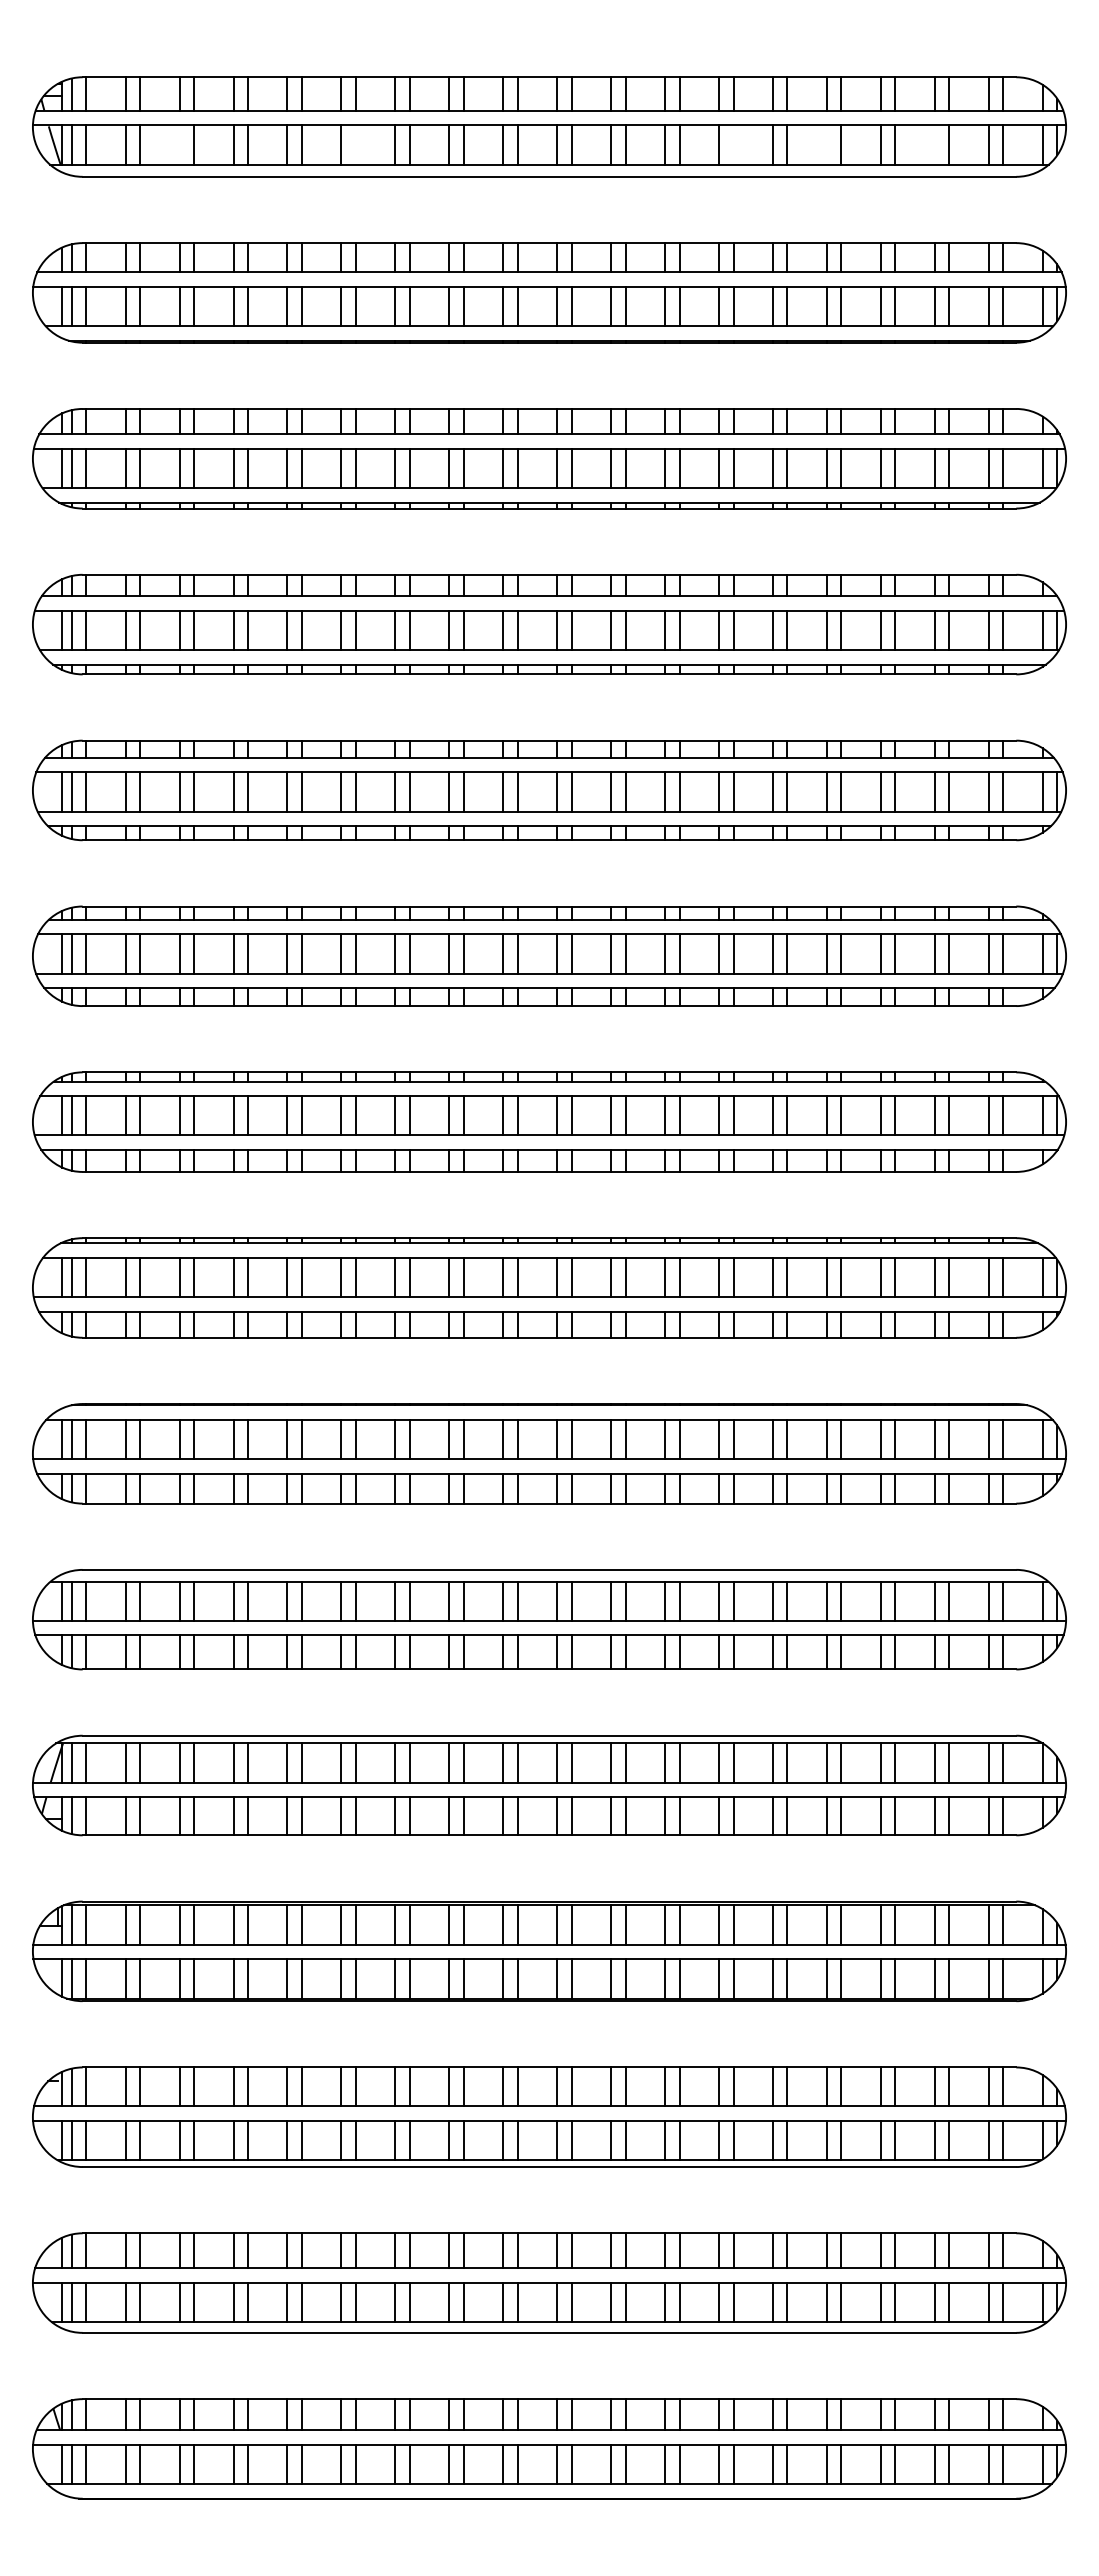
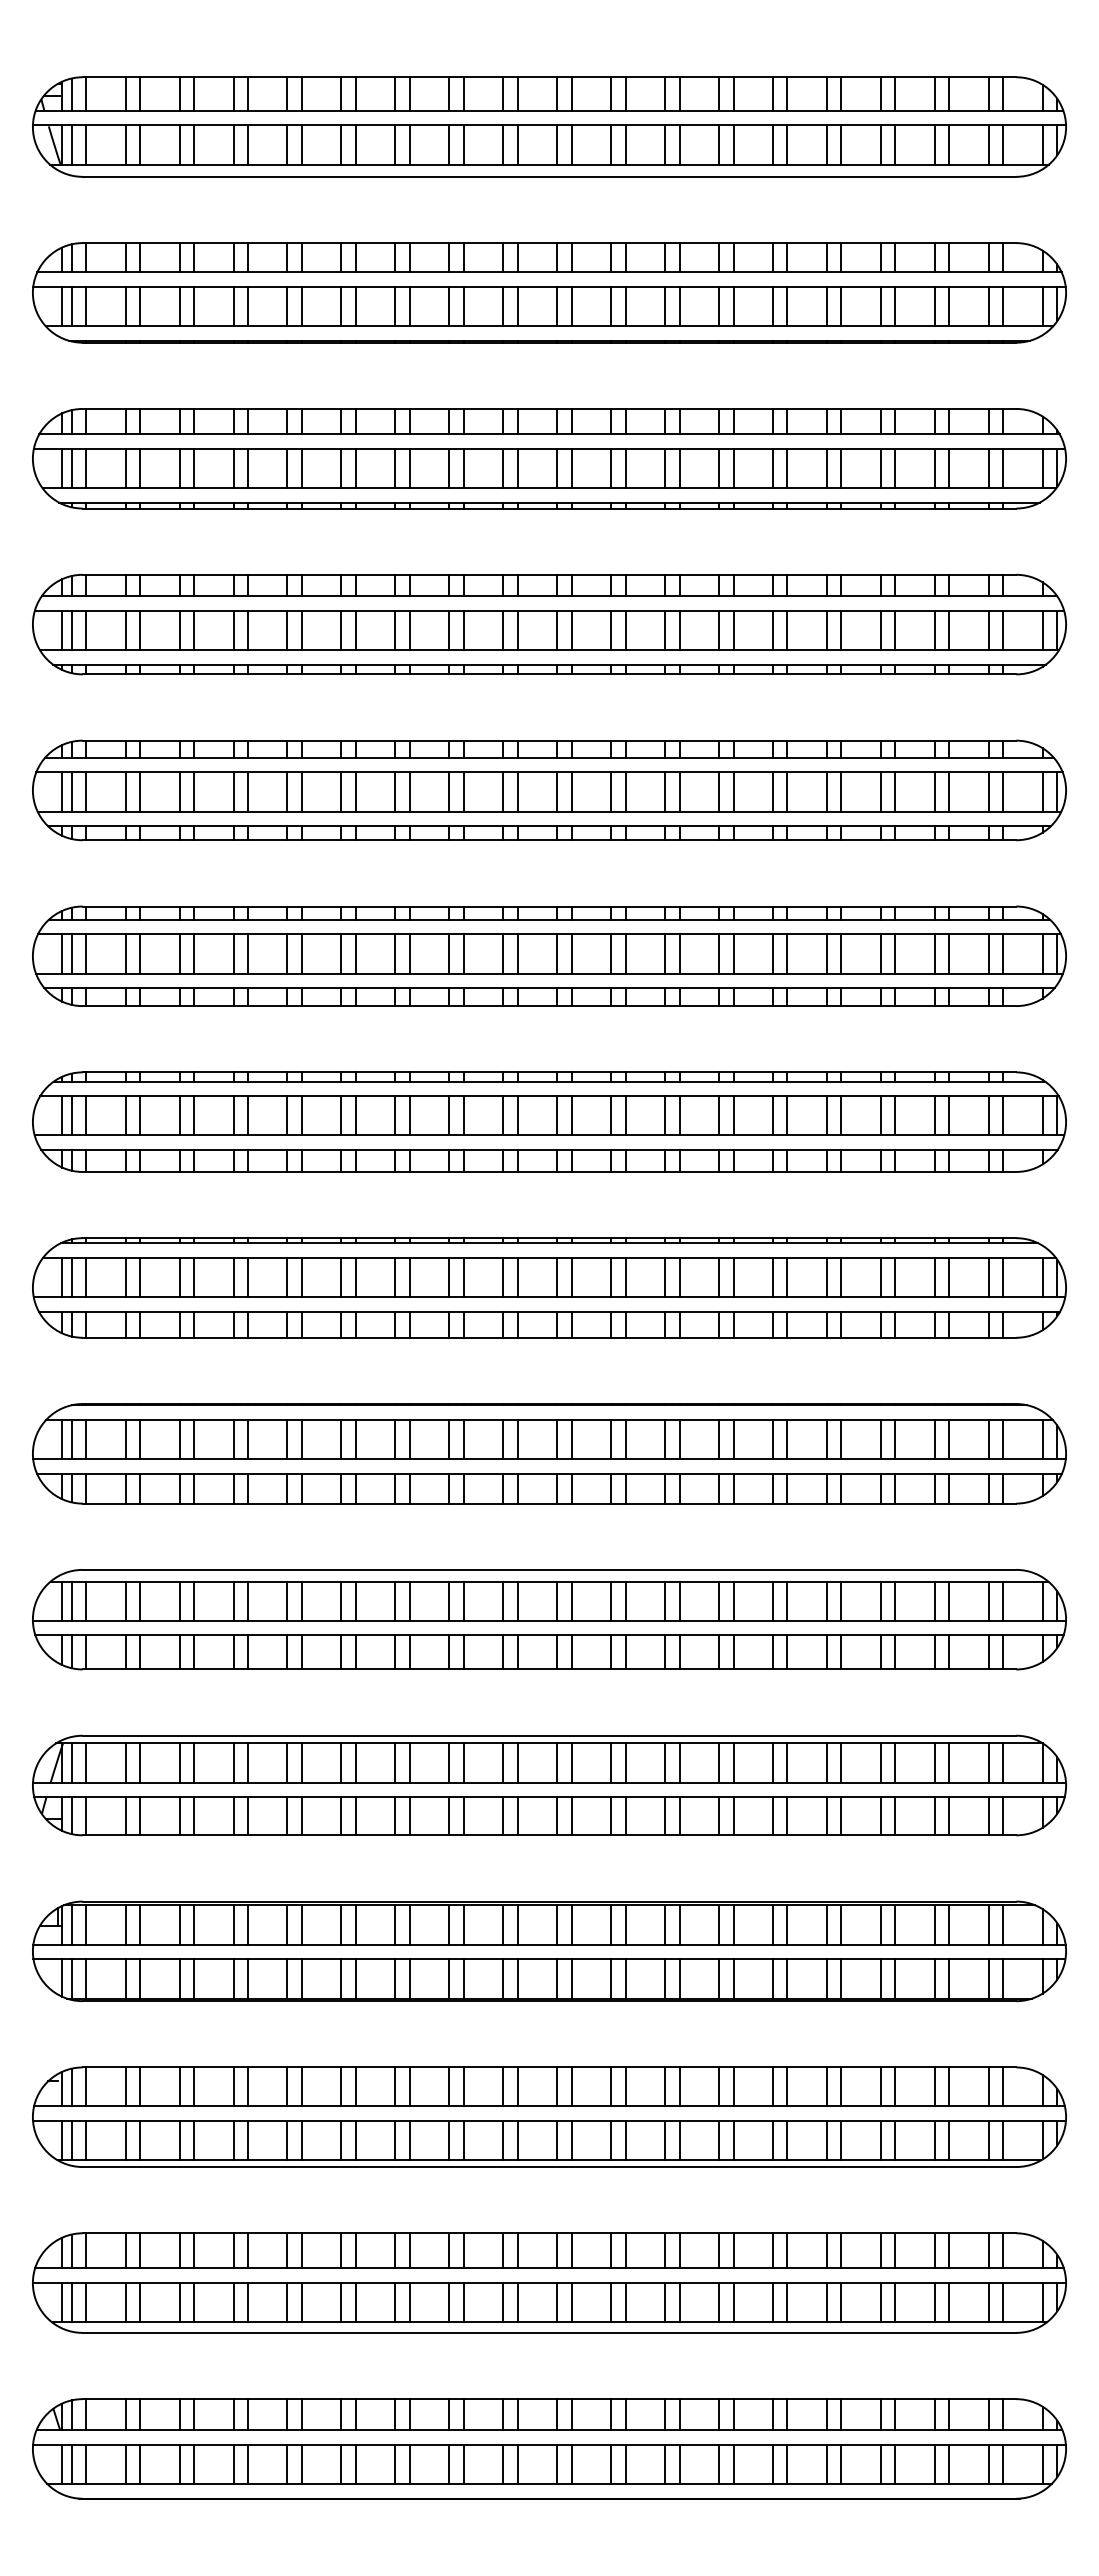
line at (179, 144): none -> present
line at (355, 144): none -> present
line at (733, 144): none -> present
line at (826, 144): none -> present
line at (934, 144): none -> present
